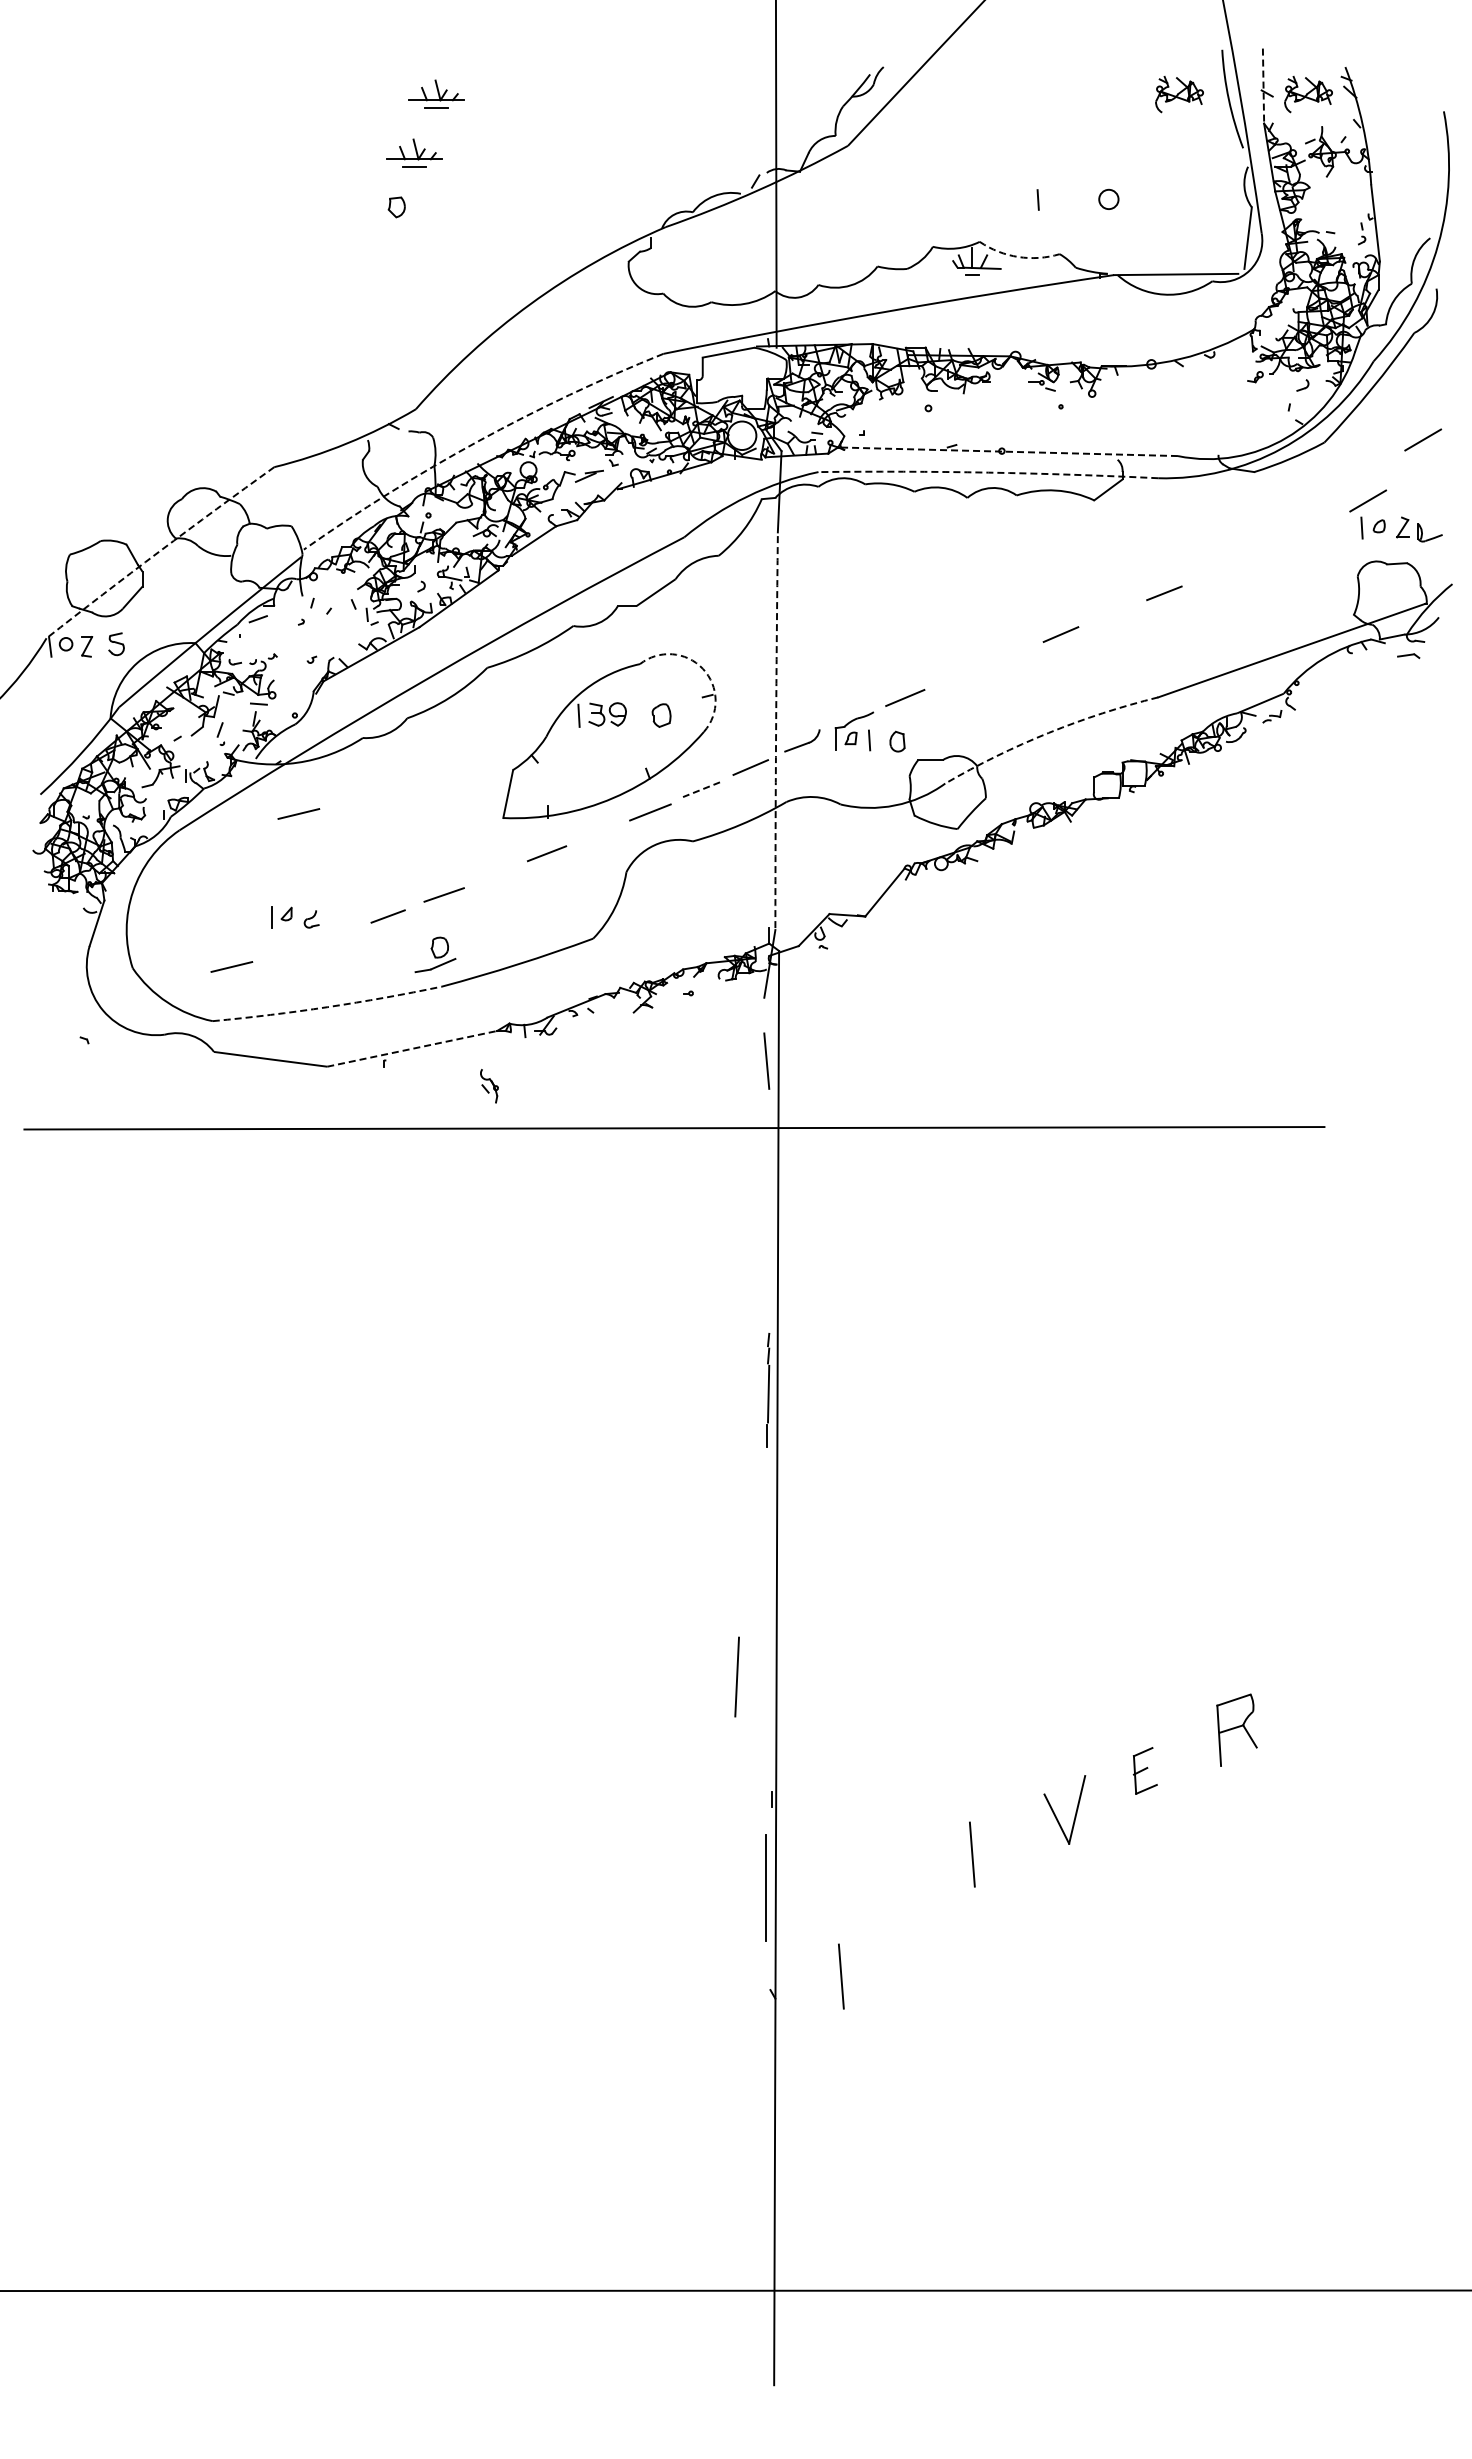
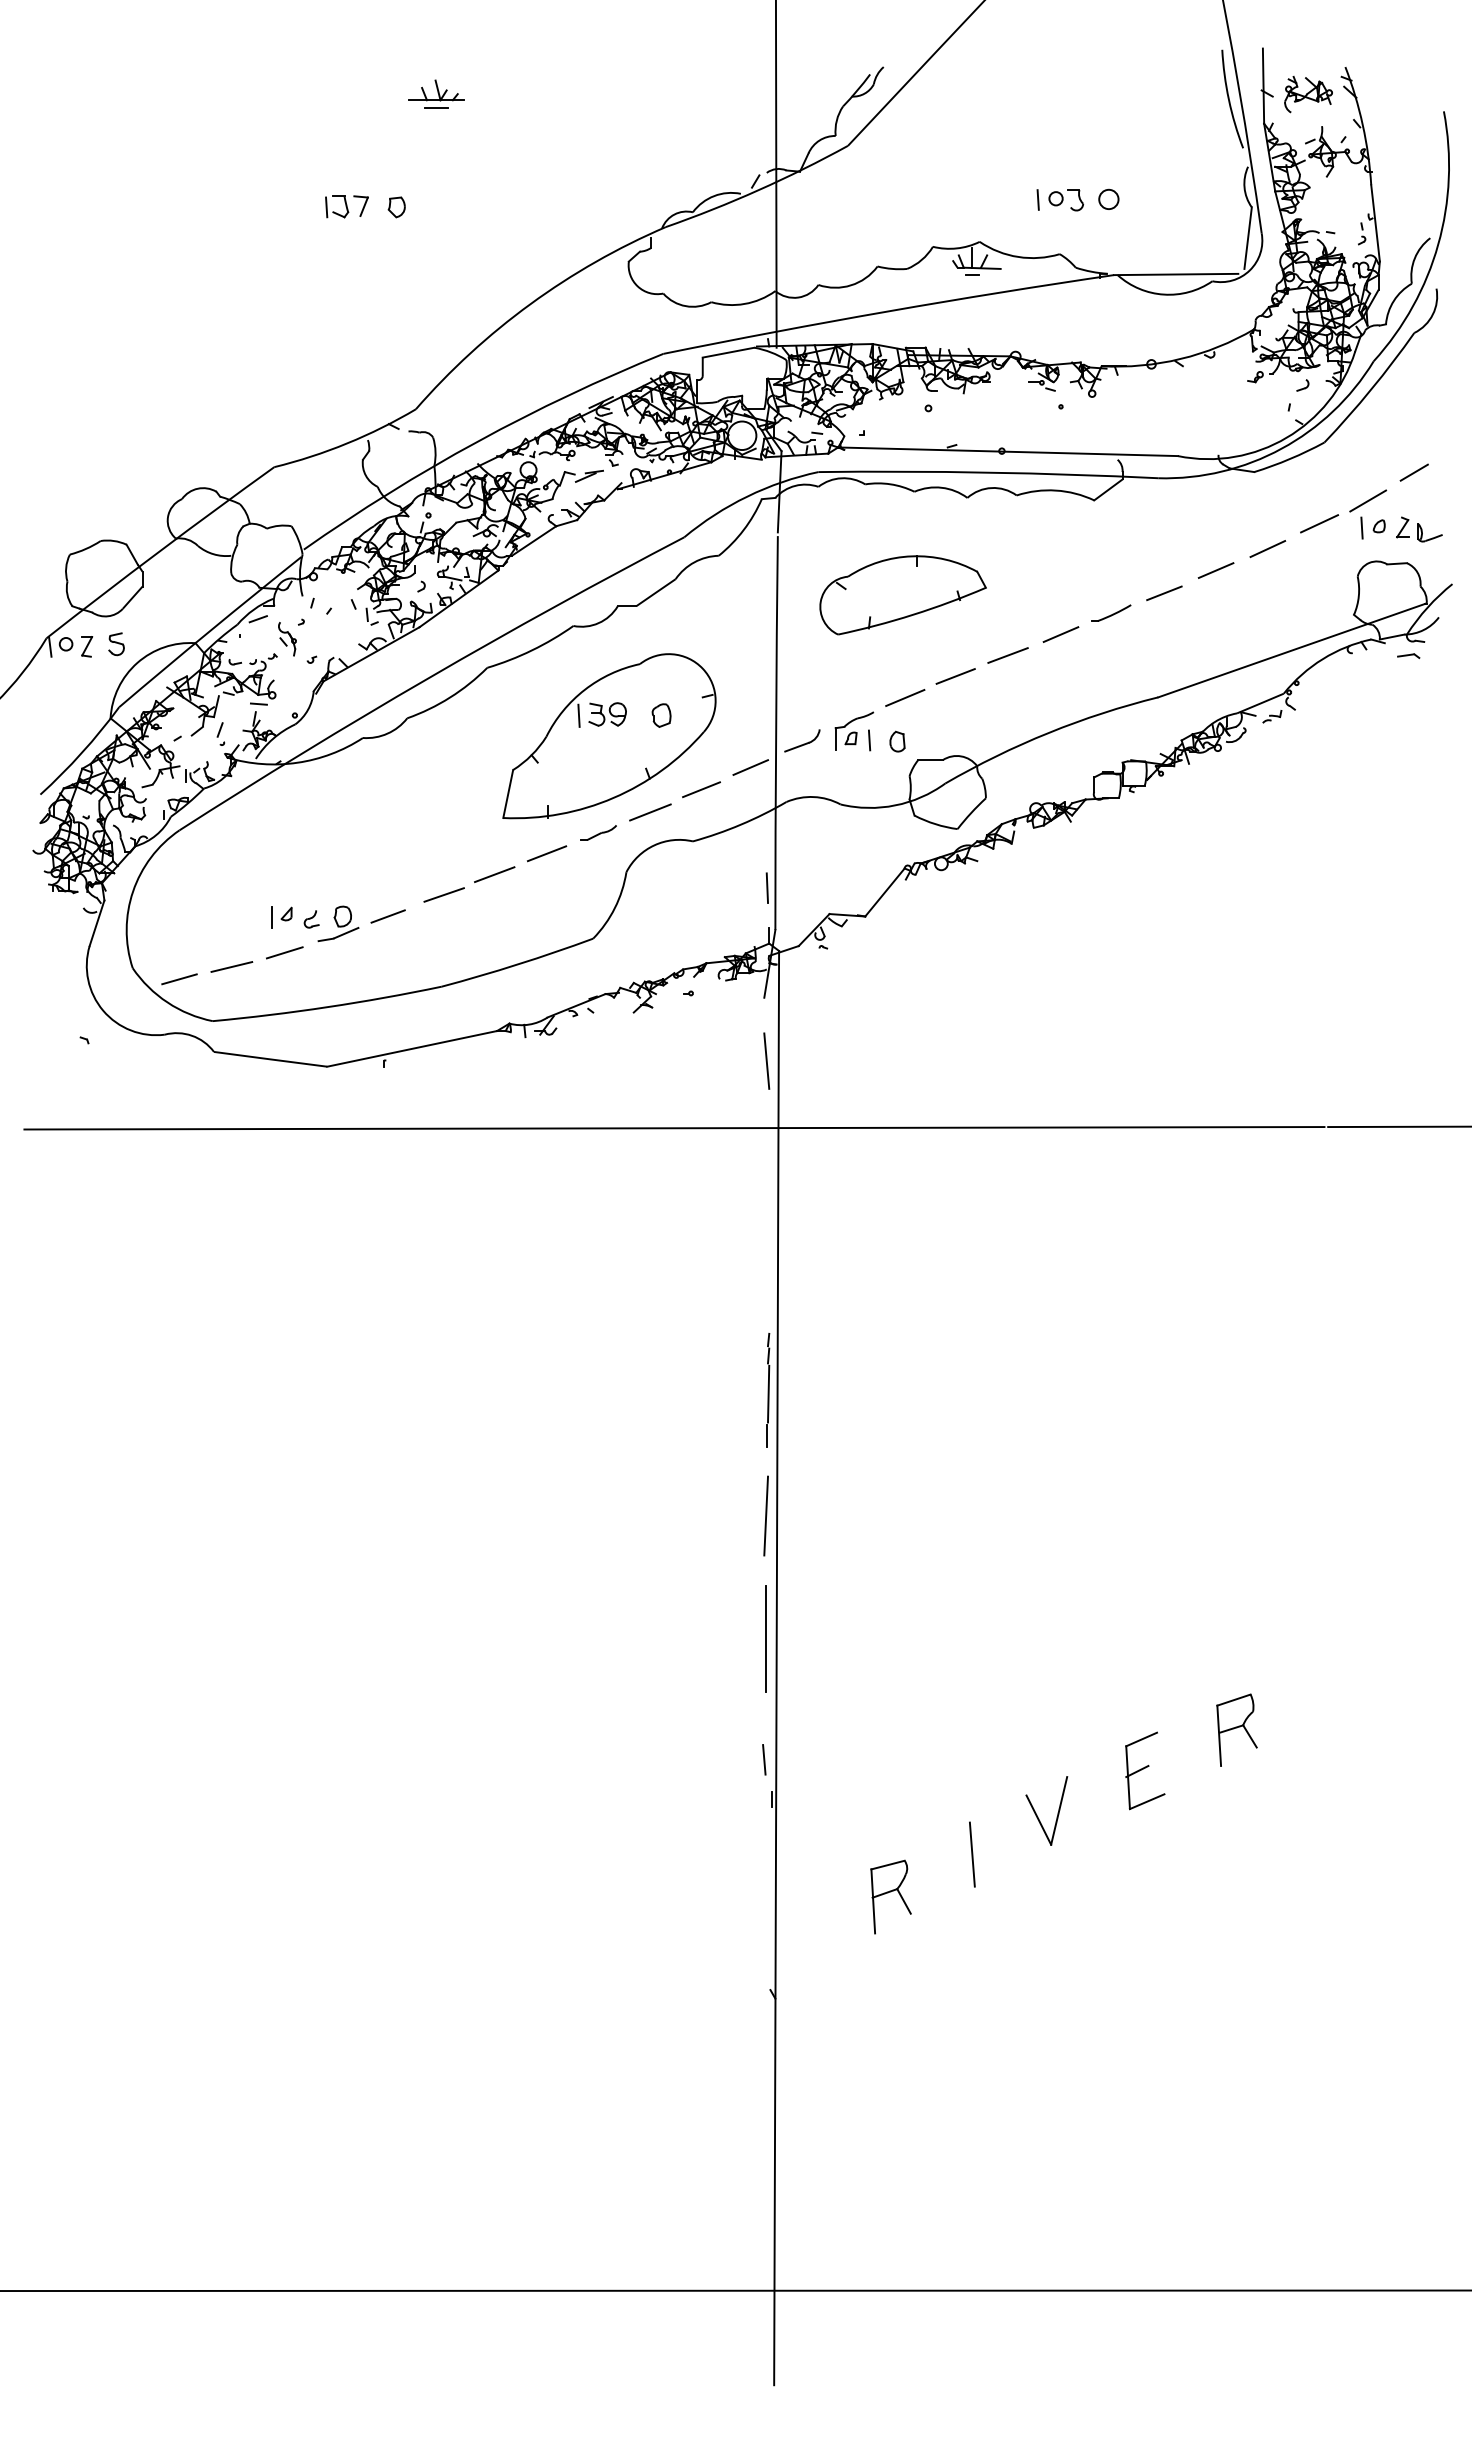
line at (1263, 86): dashed -> solid
part at (1179, 94): present -> none
part at (414, 152): present -> none
part at (1065, 200): none -> present
part at (346, 206): none -> present
arc at (1018, 257): dashed -> solid
line at (1423, 439): present -> none
arc at (478, 441): dashed -> solid
line at (1008, 451): dashed -> solid
arc at (988, 472): dashed -> solid
line at (1413, 472): none -> present
line at (1319, 523): none -> present
line at (1267, 549): none -> present
arc at (159, 551): dashed -> solid
line at (1215, 570): none -> present
part at (902, 595): none -> present
part at (1111, 612): none -> present
line at (1007, 655): none -> present
arc at (702, 668): dashed -> solid
line at (955, 676): none -> present
arc at (1048, 732): dashed -> solid
arc at (776, 733): dashed -> solid
line at (701, 789): dashed -> solid
line at (298, 813): present -> none
part at (598, 832): none -> present
line at (494, 874): none -> present
line at (767, 887): none -> present
line at (284, 952): none -> present
part at (435, 954) position: (435, 954) -> (338, 923)
line at (179, 979): none -> present
arc at (327, 1007): dashed -> solid
line at (412, 1048): dashed -> solid
part at (489, 1086) position: (489, 1086) -> (287, 639)
line at (1398, 1126): none -> present
line at (736, 1676) position: (736, 1676) -> (765, 1515)
line at (764, 1759): none -> present
part at (1144, 1770) size: 26x48 px -> 41x80 px
part at (1055, 1813) position: (1055, 1813) -> (1037, 1814)
line at (765, 1887) position: (765, 1887) -> (765, 1638)
part at (890, 1896): none -> present
line at (841, 1976): present -> none
